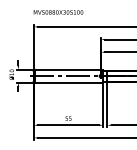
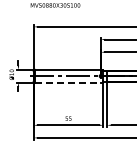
text at (58, 12) position: (58, 12) -> (55, 5)
line at (67, 82): solid -> dashed
